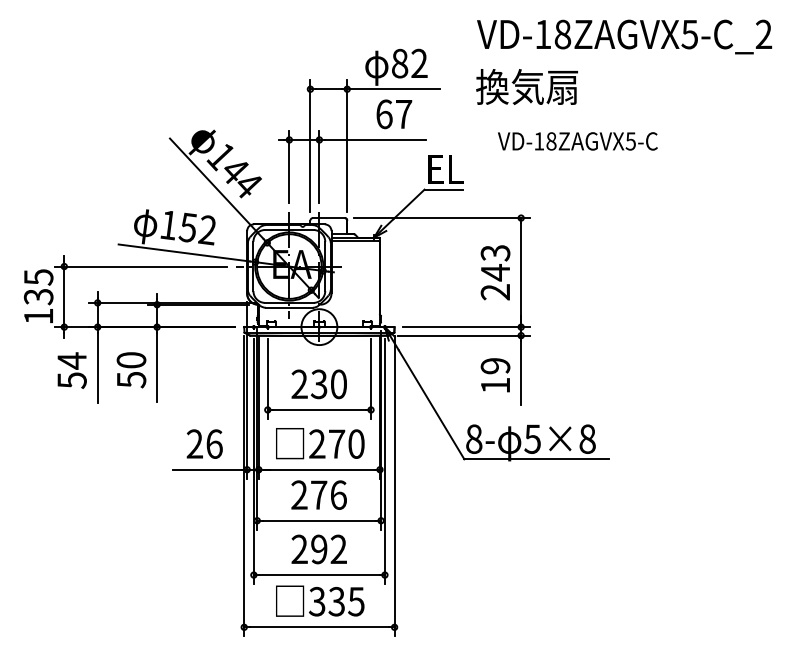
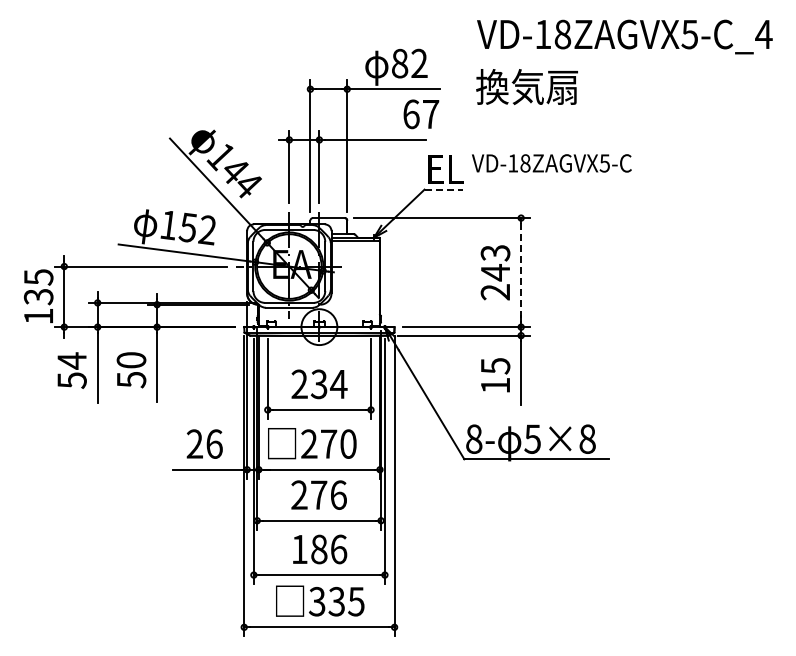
text at (763, 33): VD-18ZAGVX5-C_2 -> VD-18ZAGVX5-C_4
text at (394, 114) position: (394, 114) -> (421, 114)
text at (577, 141) position: (577, 141) -> (551, 163)
line at (444, 189): solid -> dashed
line at (521, 273): solid -> dashed
text at (495, 366): 19 -> 15
text at (338, 384): 230 -> 234
text at (320, 443) position: (320, 443) -> (312, 443)
text at (319, 549): 292 -> 186
